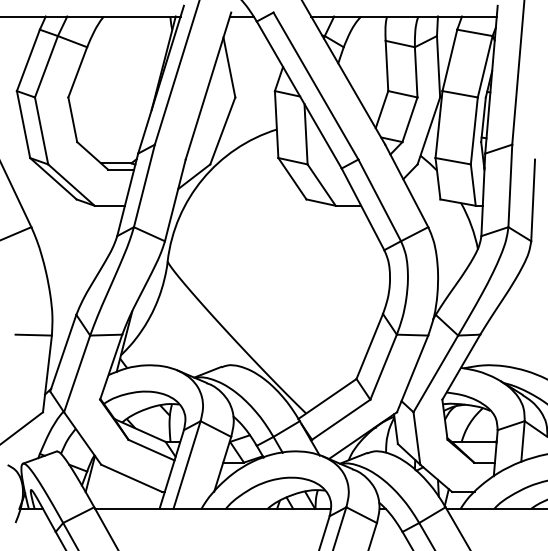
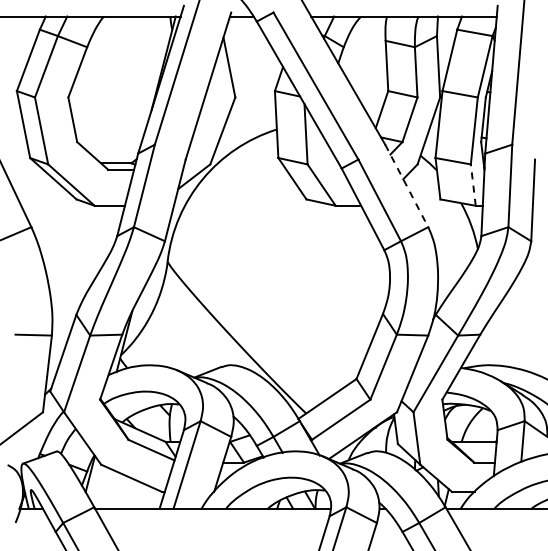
line at (406, 185): solid -> dashed
line at (473, 185): solid -> dashed
